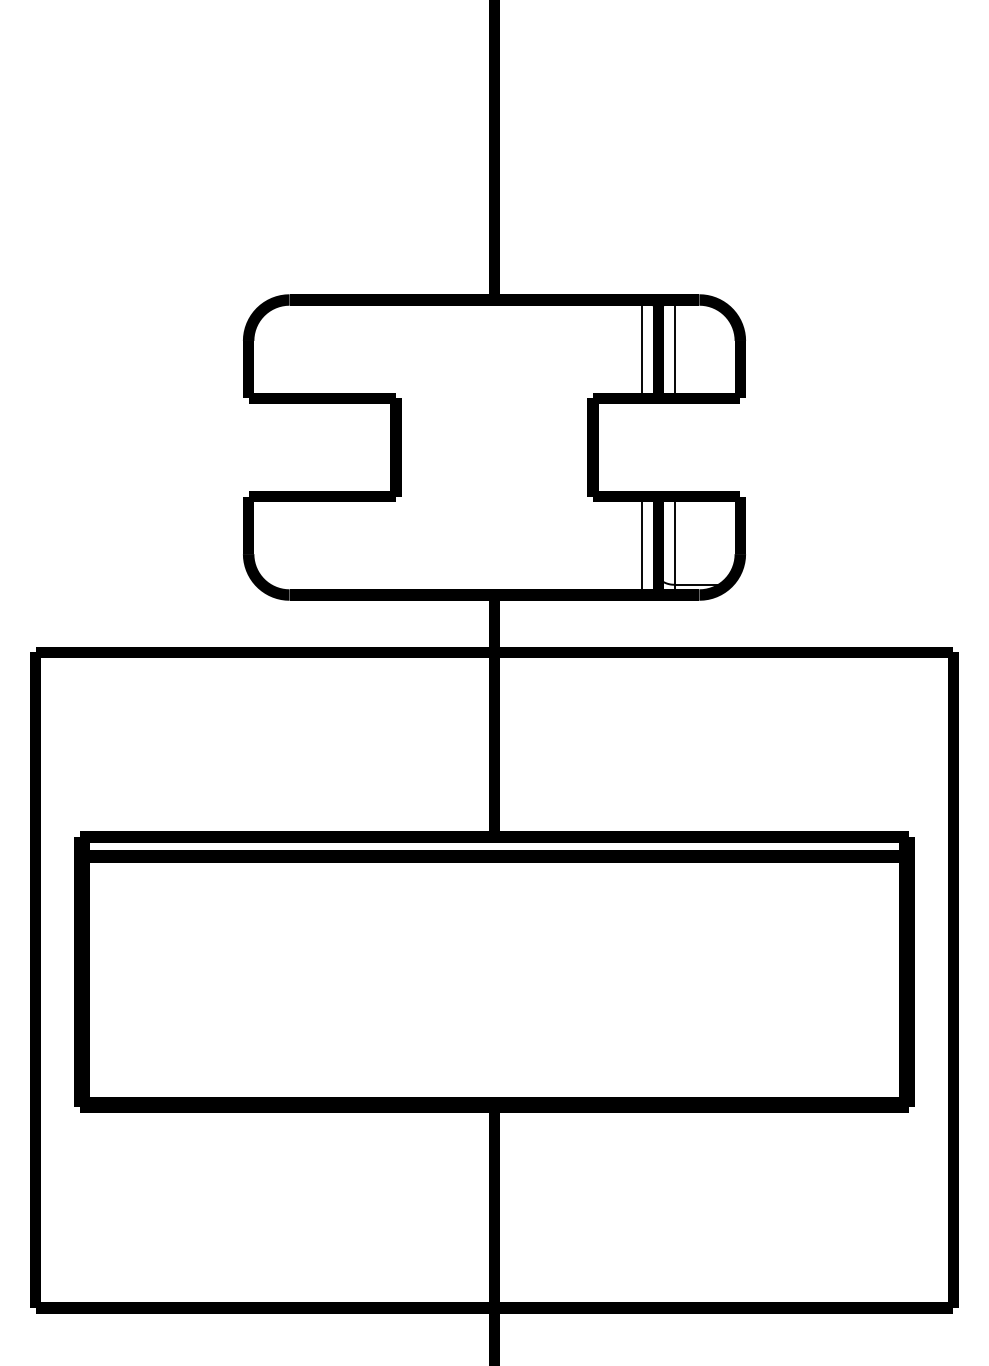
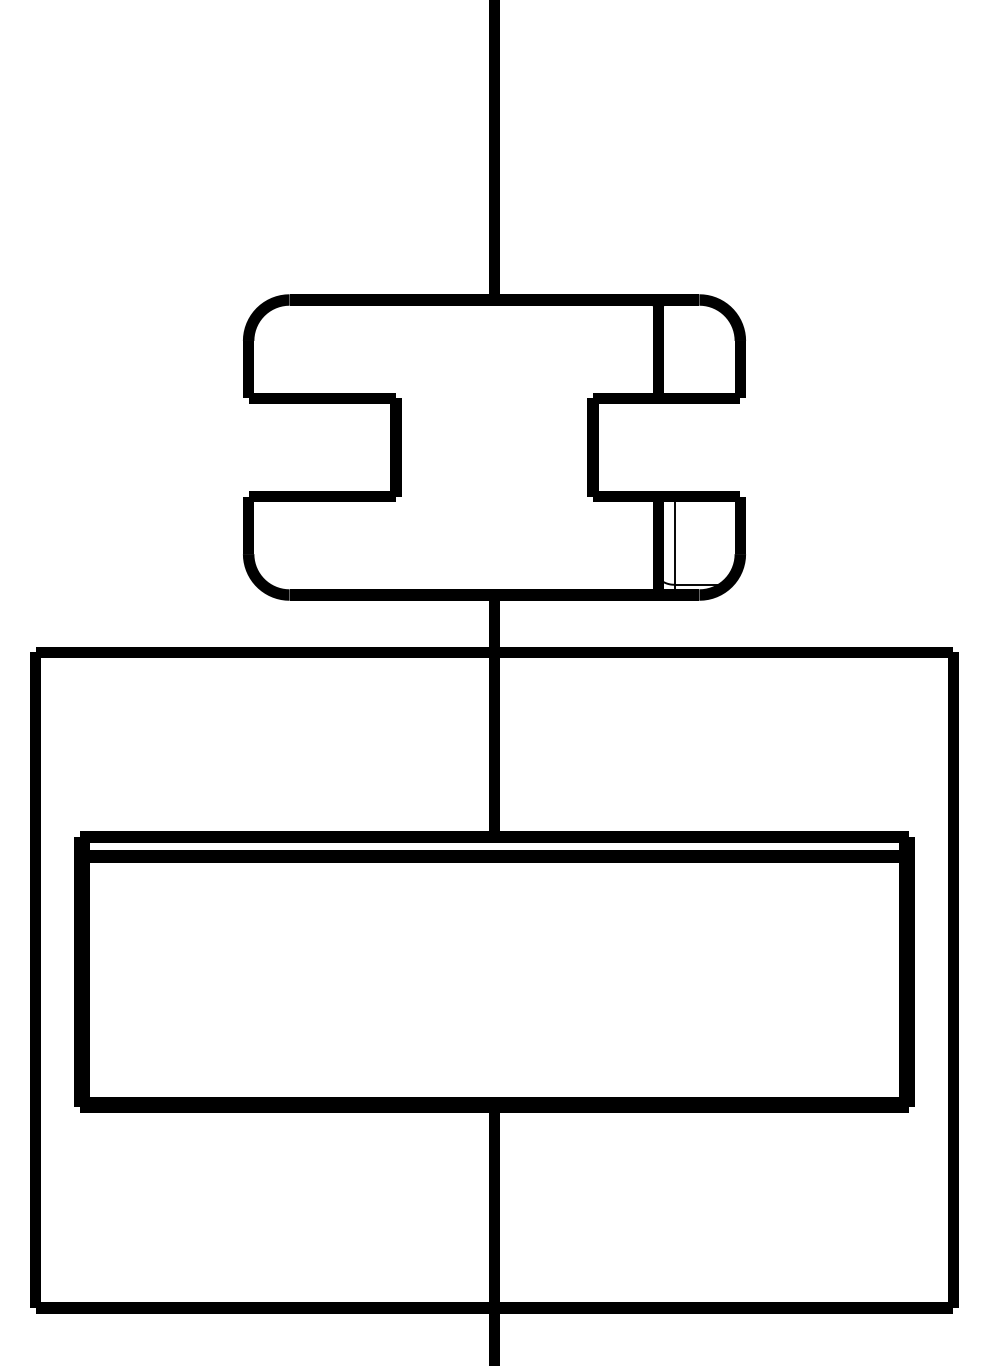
line at (642, 349): present -> none
line at (674, 349): present -> none
line at (642, 545): present -> none
